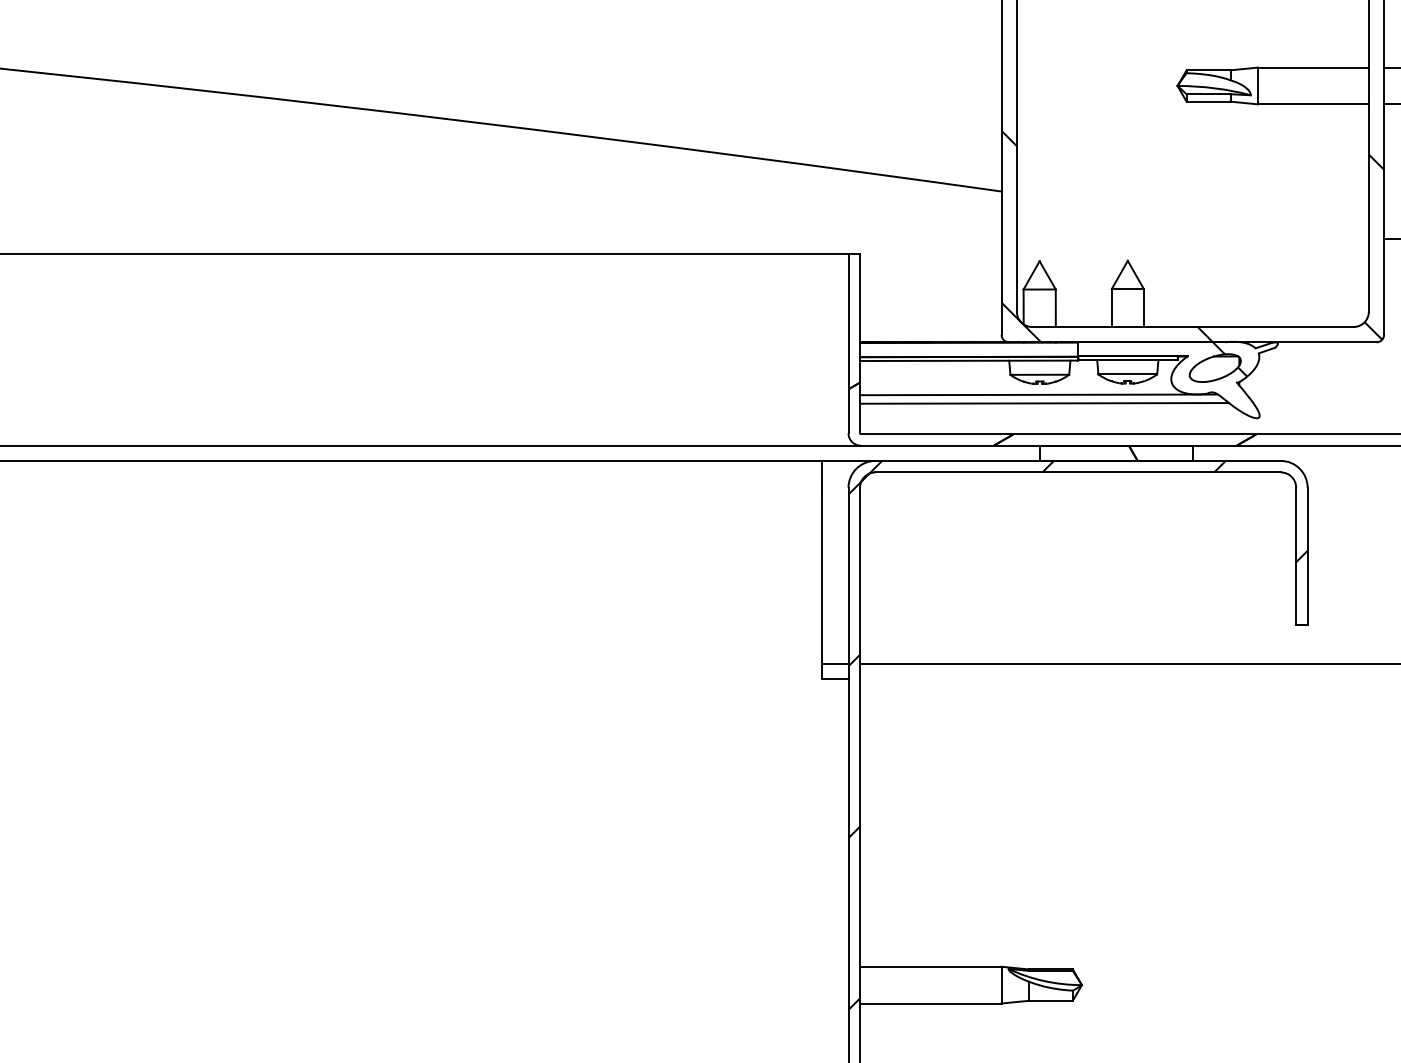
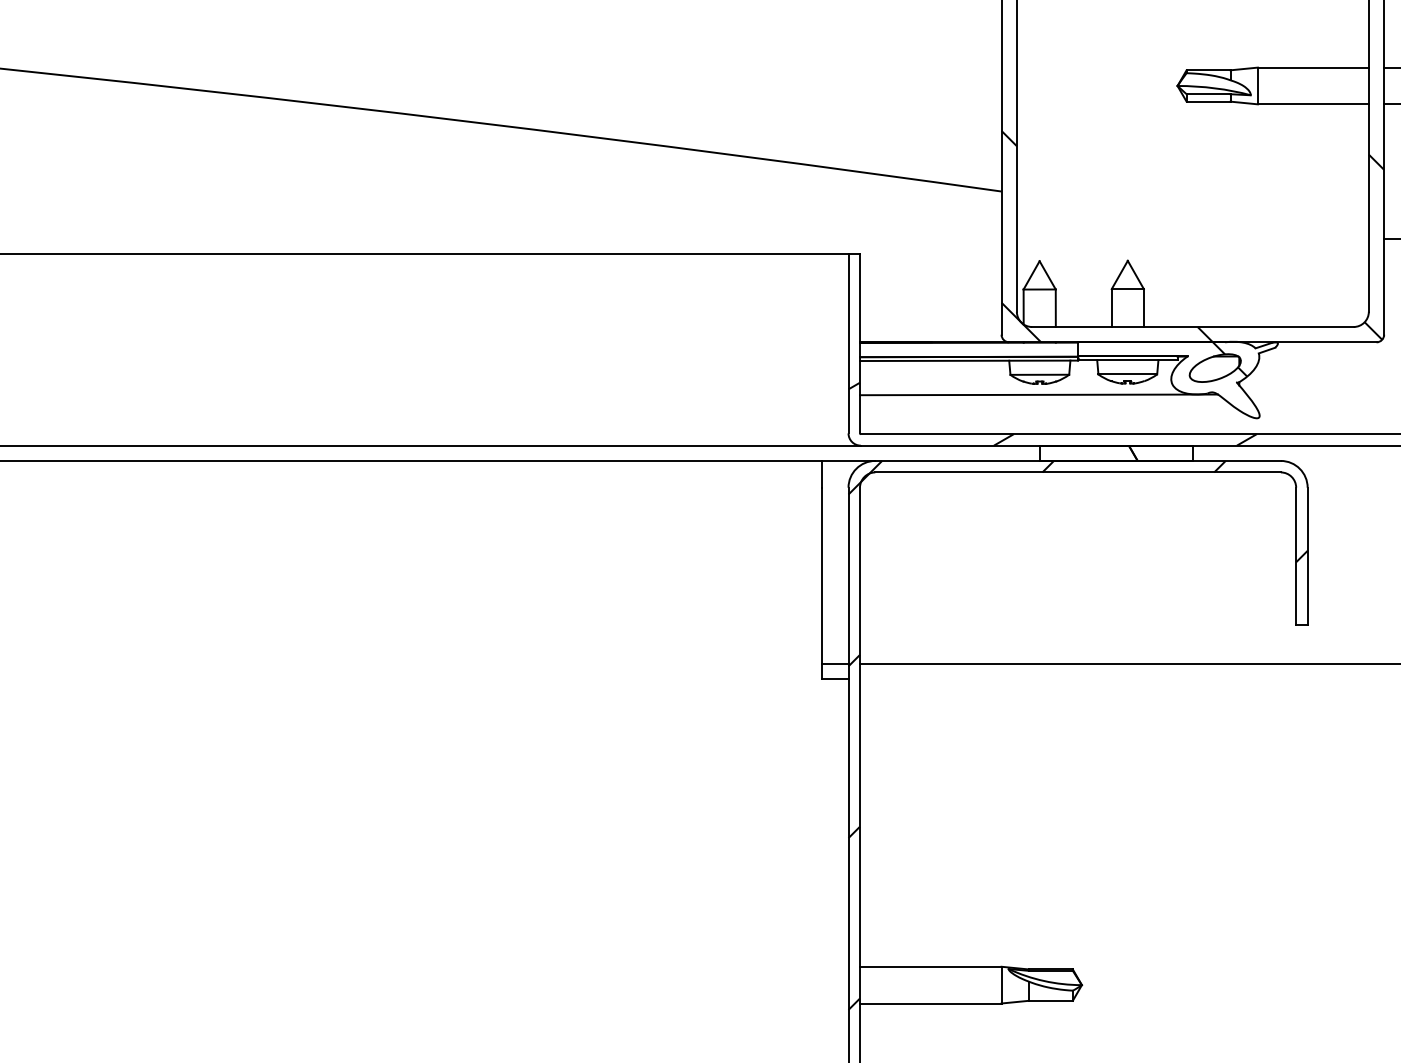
line at (1044, 403): present -> none
hatch at (1052, 413): present -> none
